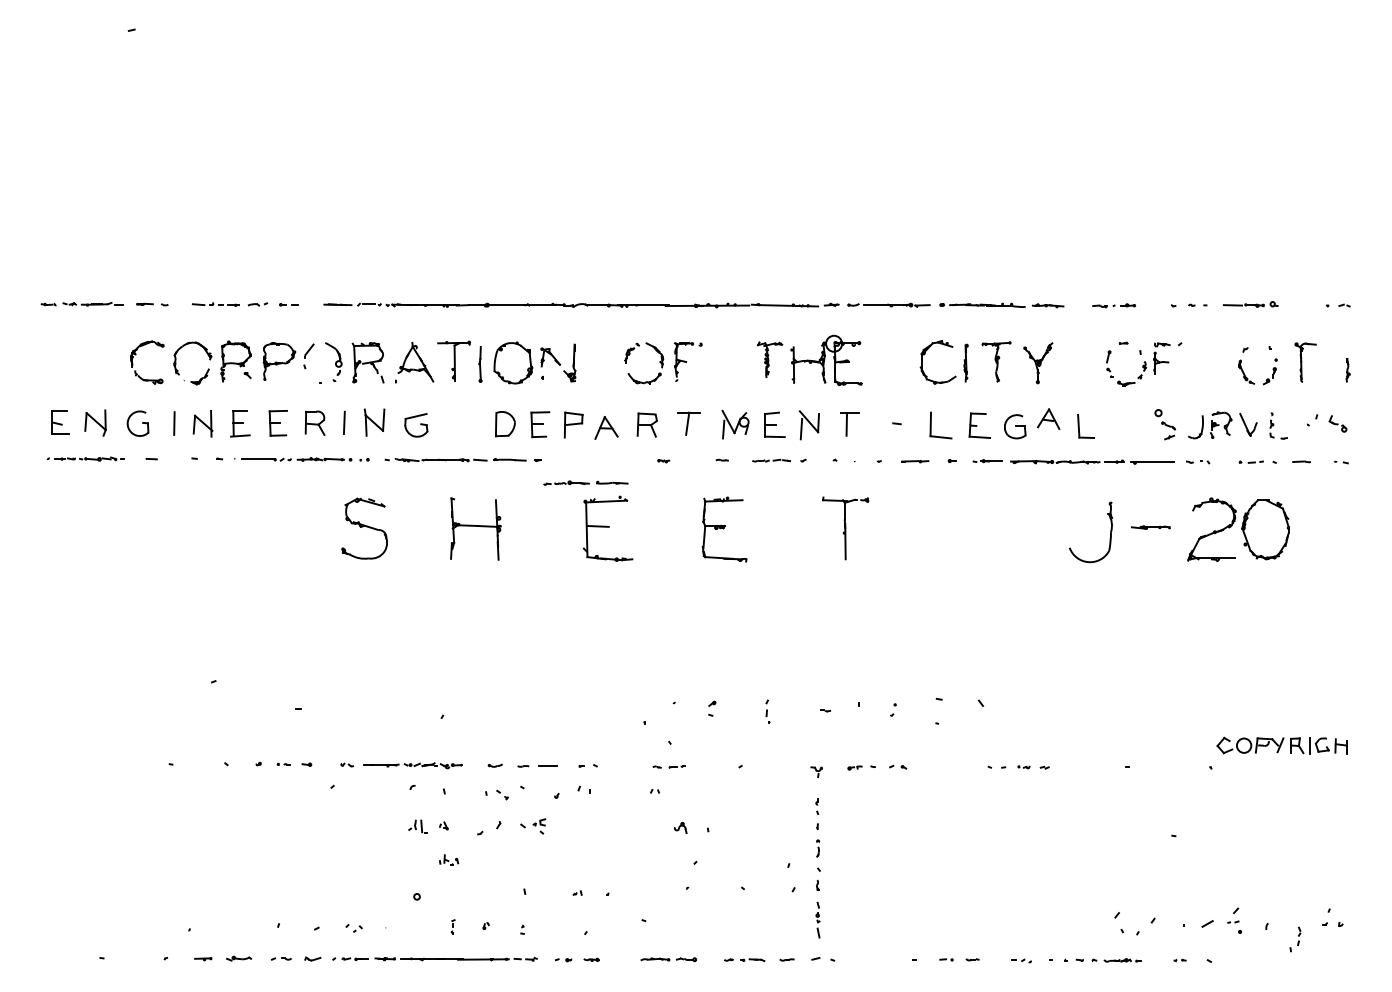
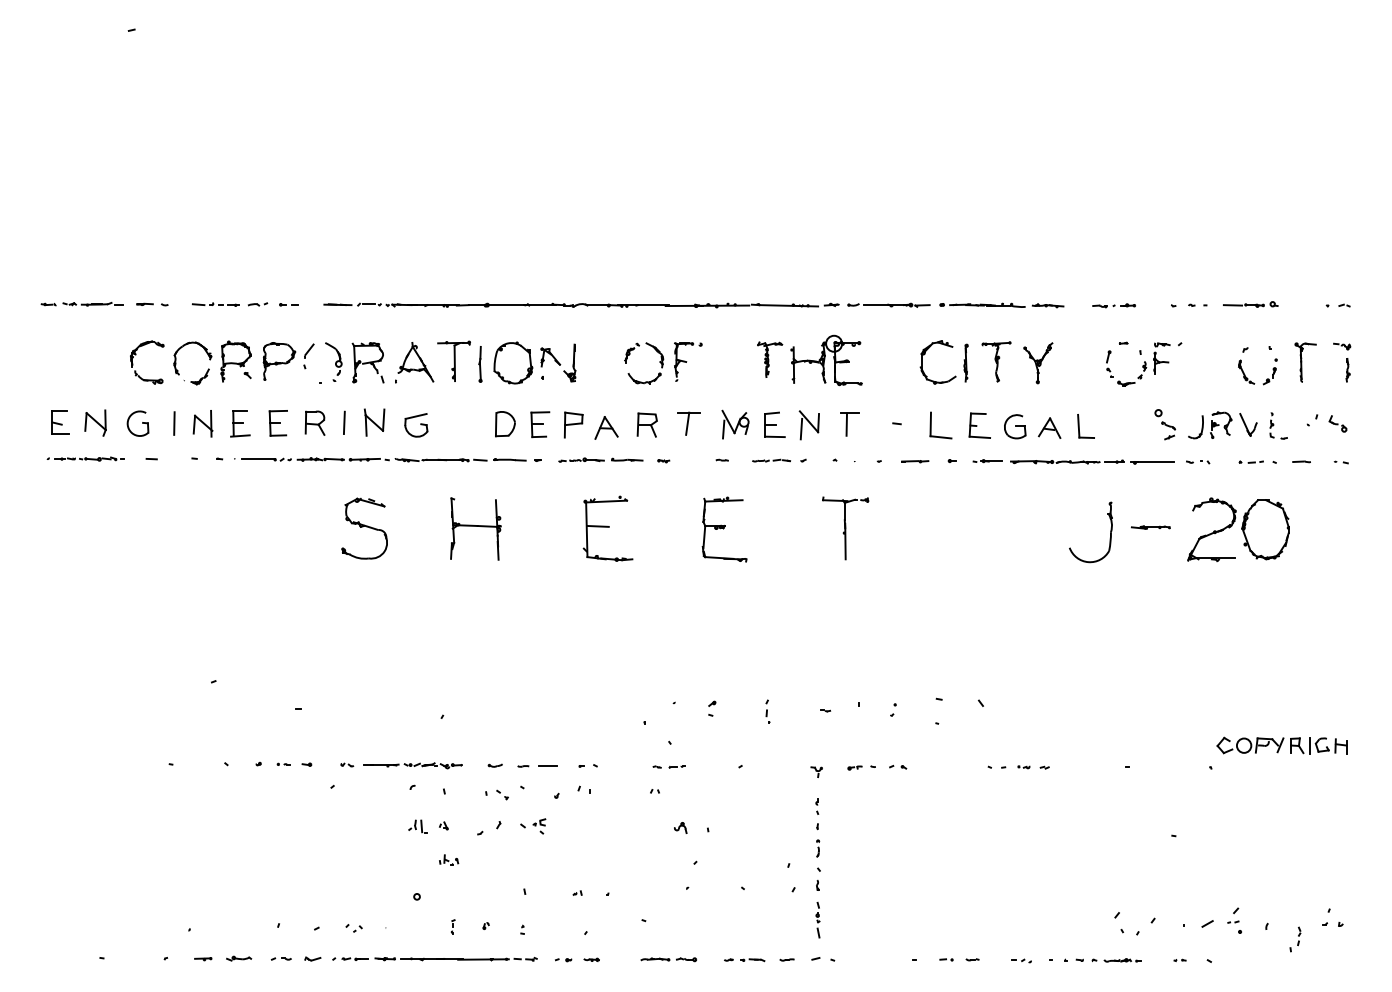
part at (1342, 346): none -> present
part at (1048, 418) position: (1048, 418) -> (1049, 427)
line at (365, 458): none -> present
part at (585, 482) position: (585, 482) -> (600, 459)
